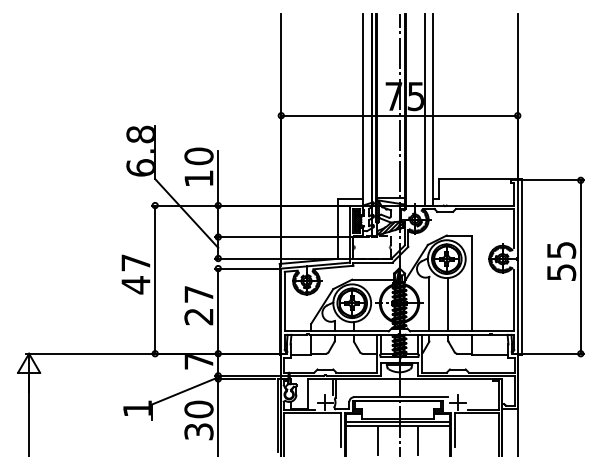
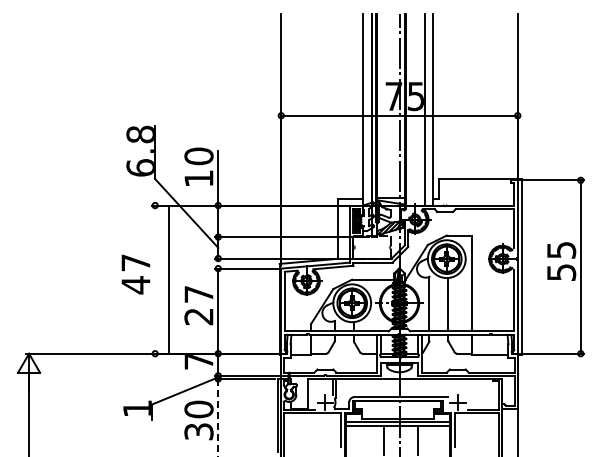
line at (155, 279) position: (155, 279) -> (169, 279)
line at (218, 417): solid -> dashed
line at (377, 439) position: (377, 439) -> (383, 439)
